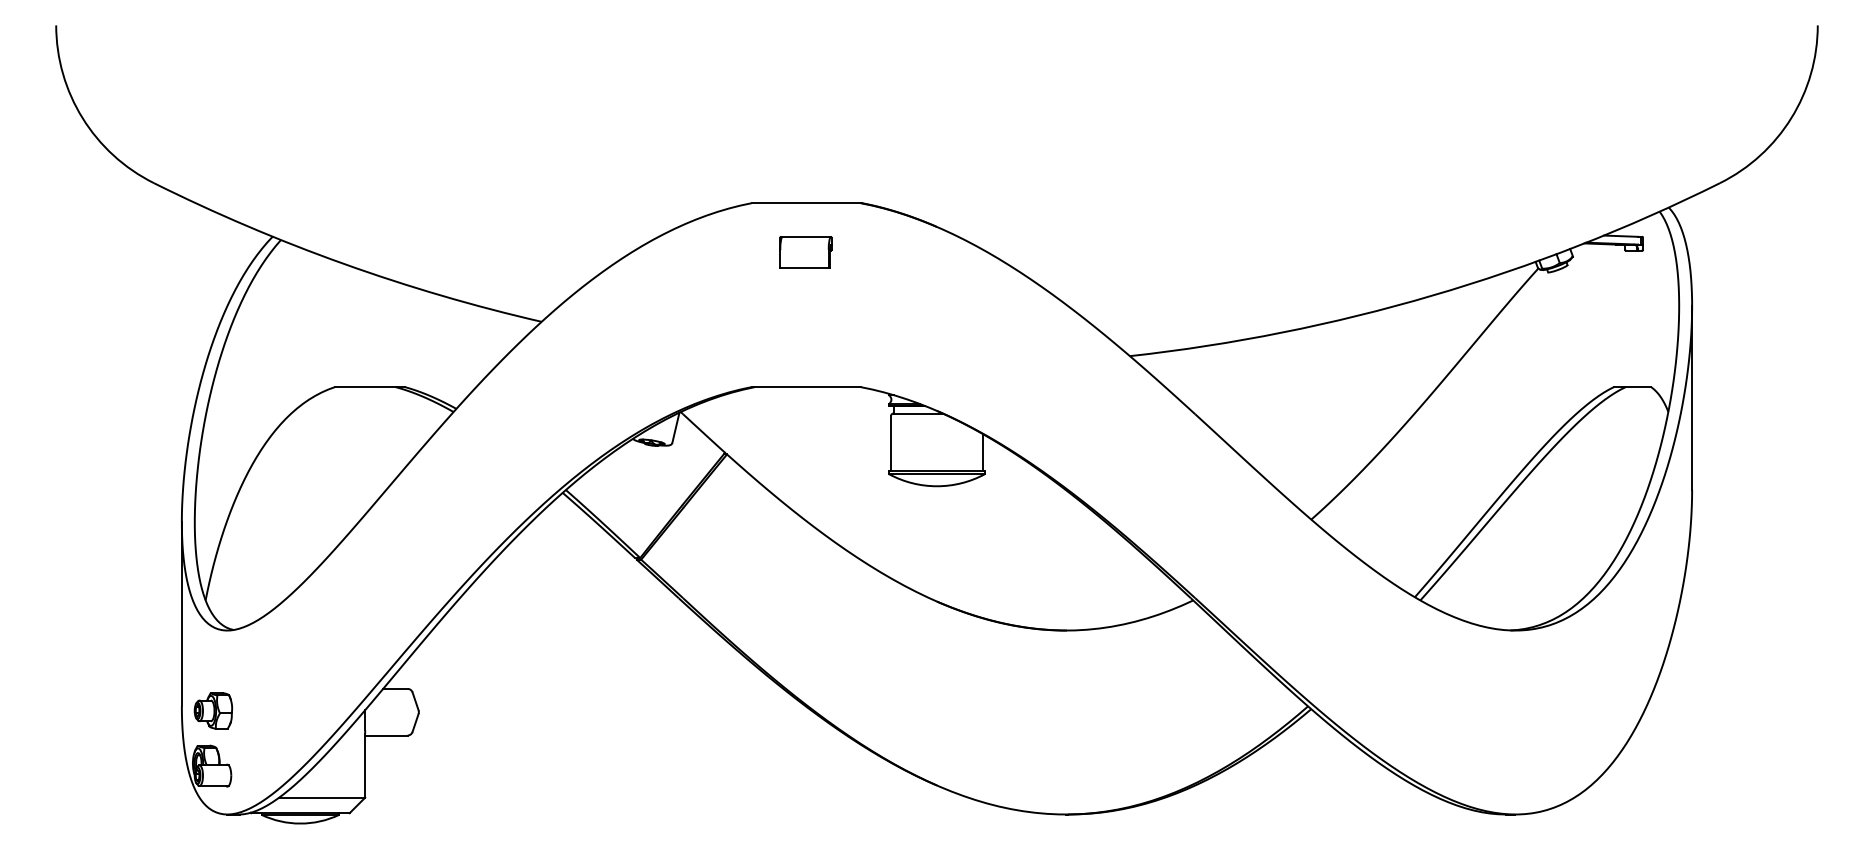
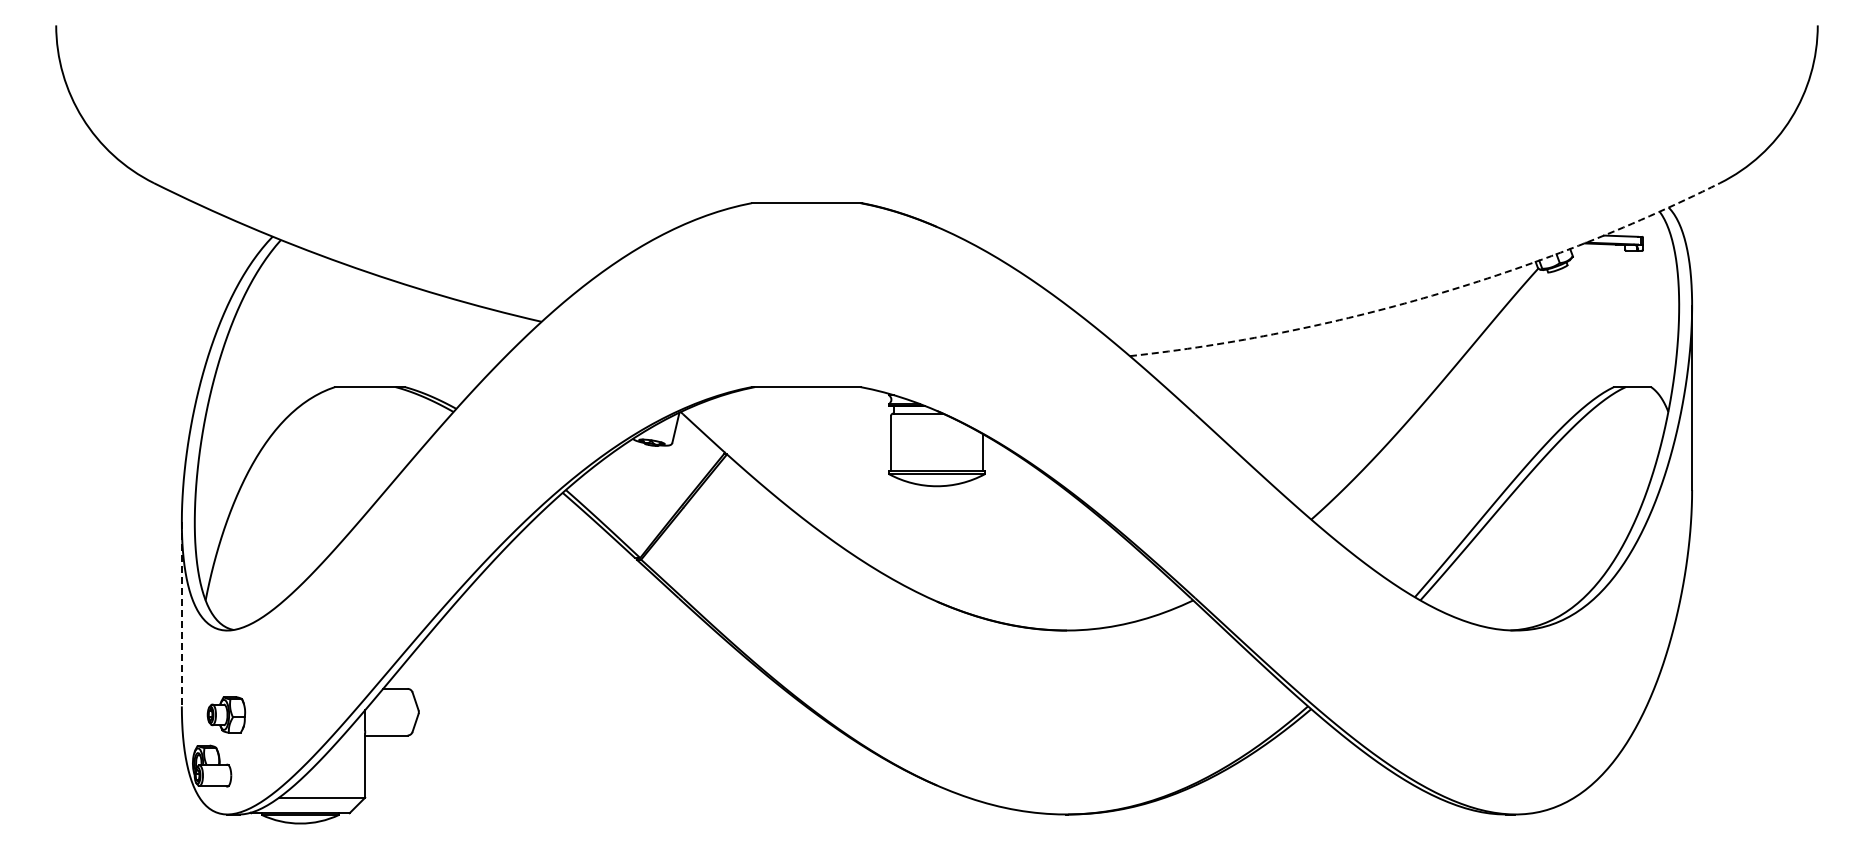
part at (805, 252): present -> none
arc at (1432, 295): solid -> dashed
line at (181, 614): solid -> dashed
part at (213, 710) position: (213, 710) -> (226, 714)
